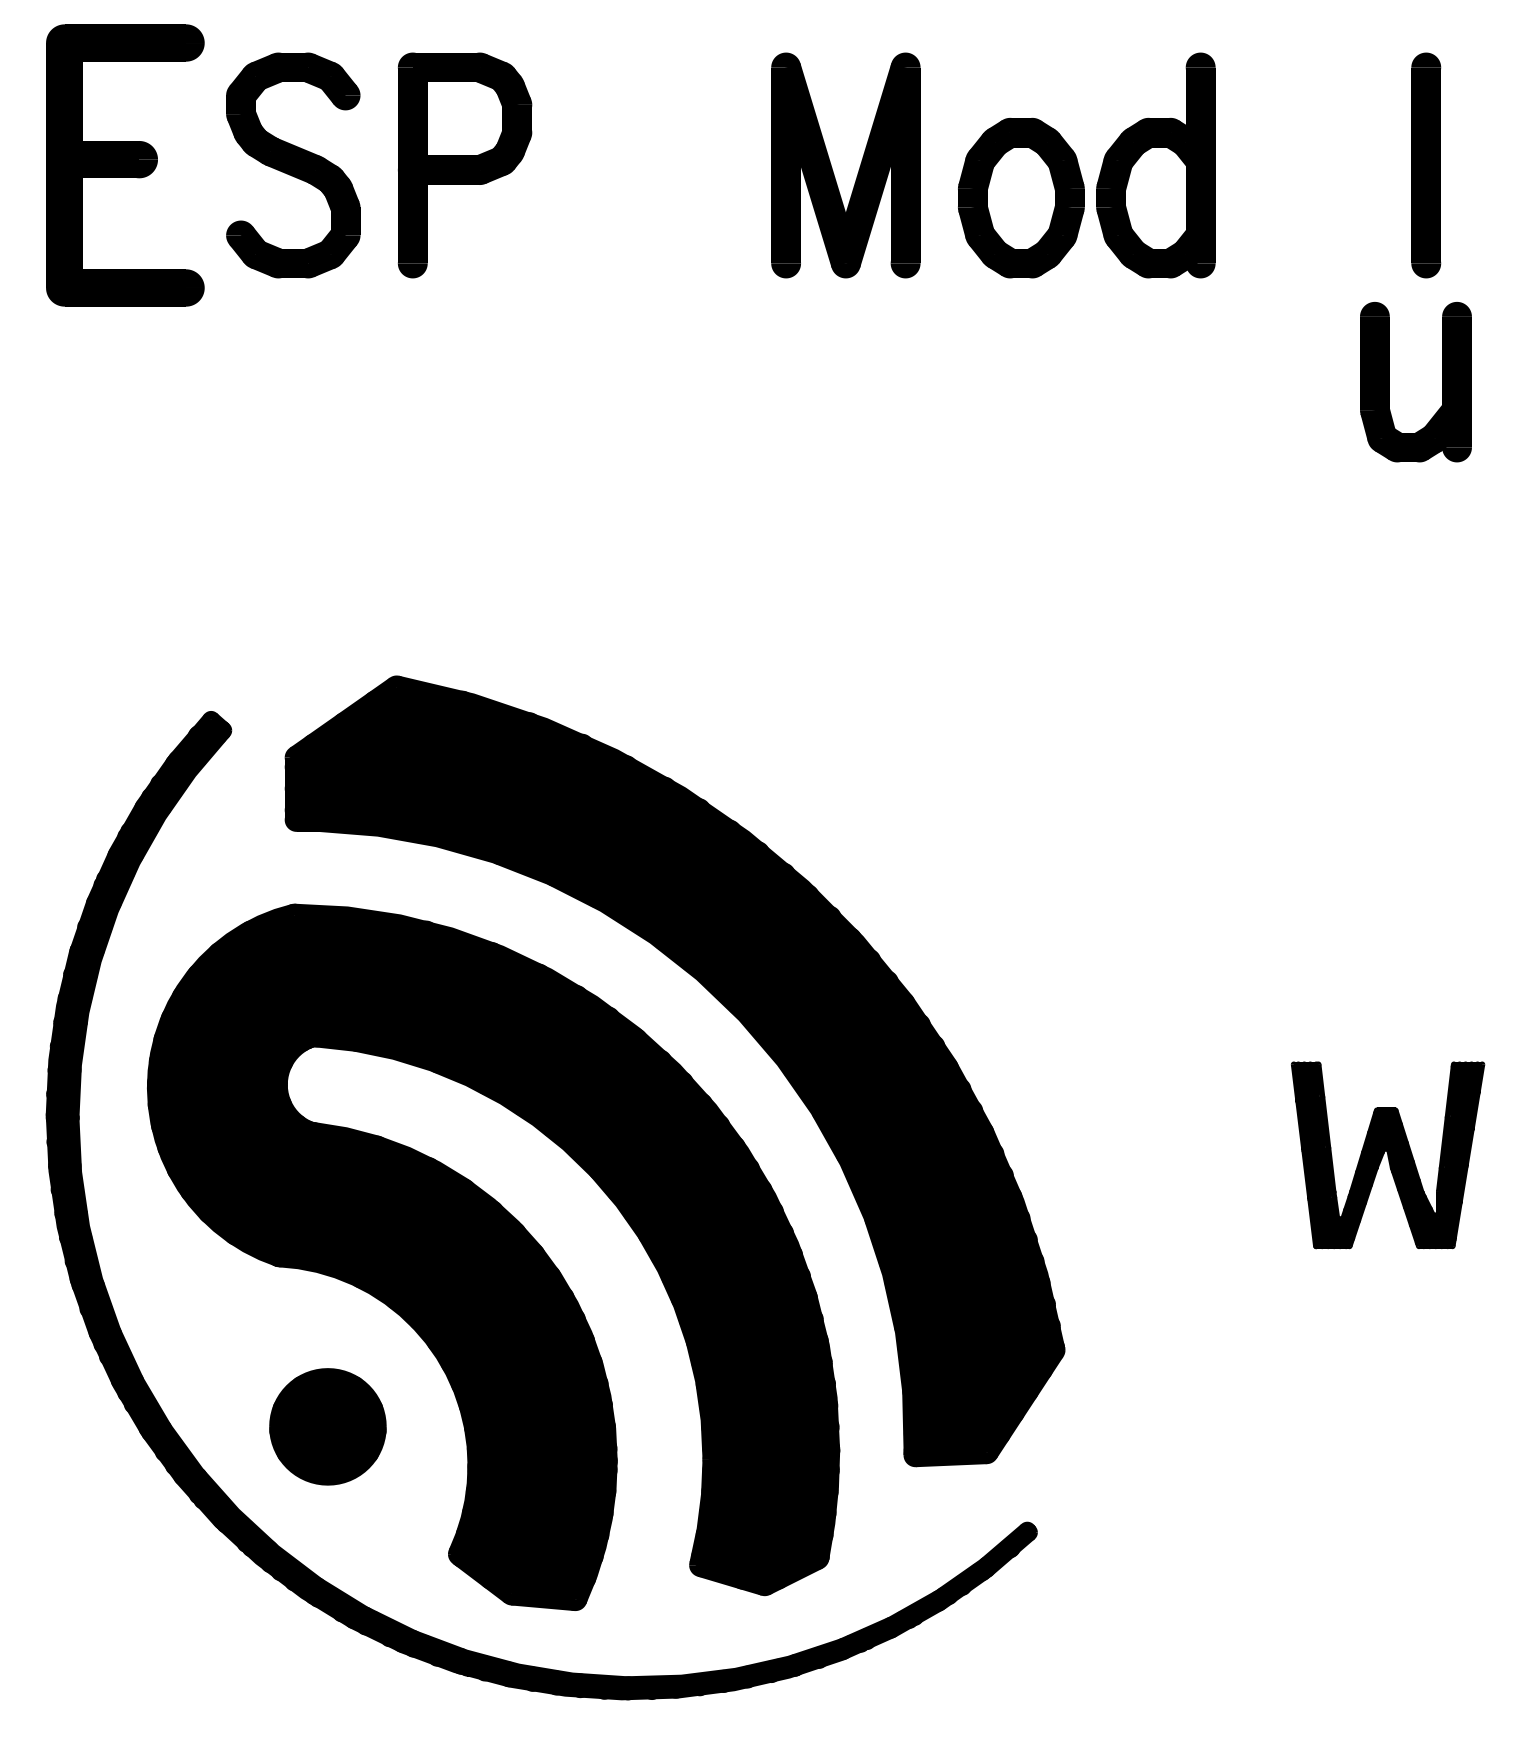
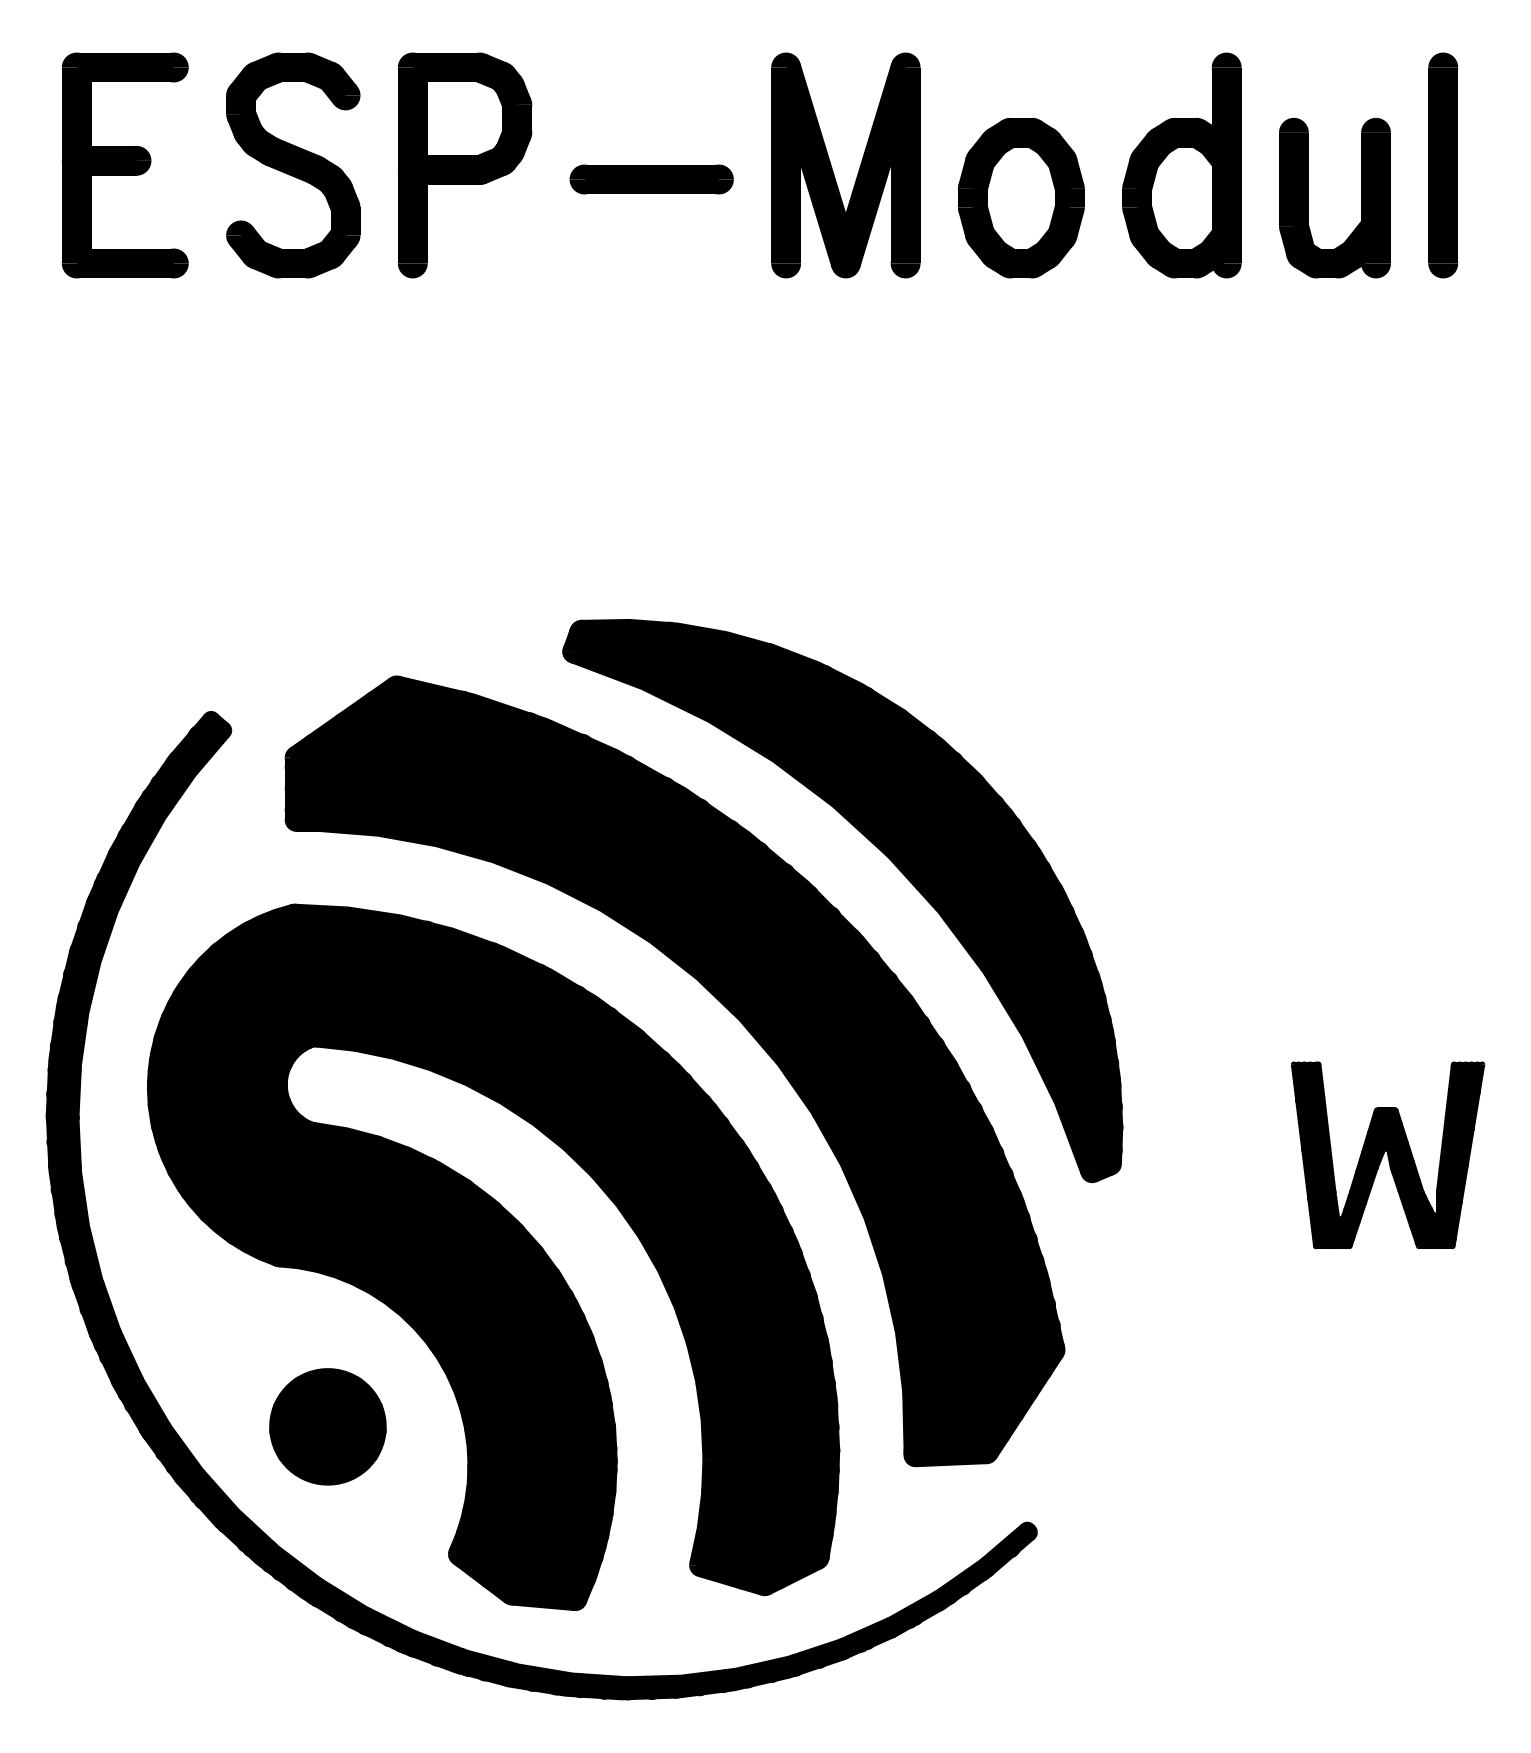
part at (125, 165) size: 159x283 px -> 128x227 px
part at (1155, 165) position: (1155, 165) -> (1181, 165)
part at (1426, 165) position: (1426, 165) -> (1443, 165)
part at (651, 179): none -> present
part at (1389, 382) position: (1389, 382) -> (1308, 198)
part at (882, 853): none -> present
